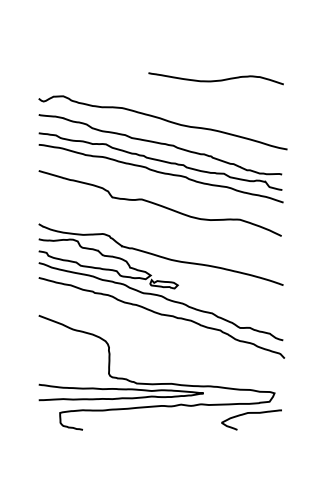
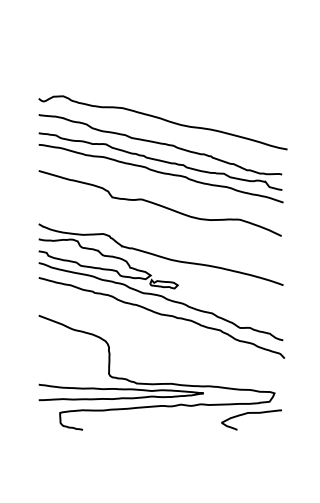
curve at (215, 80): present -> none
